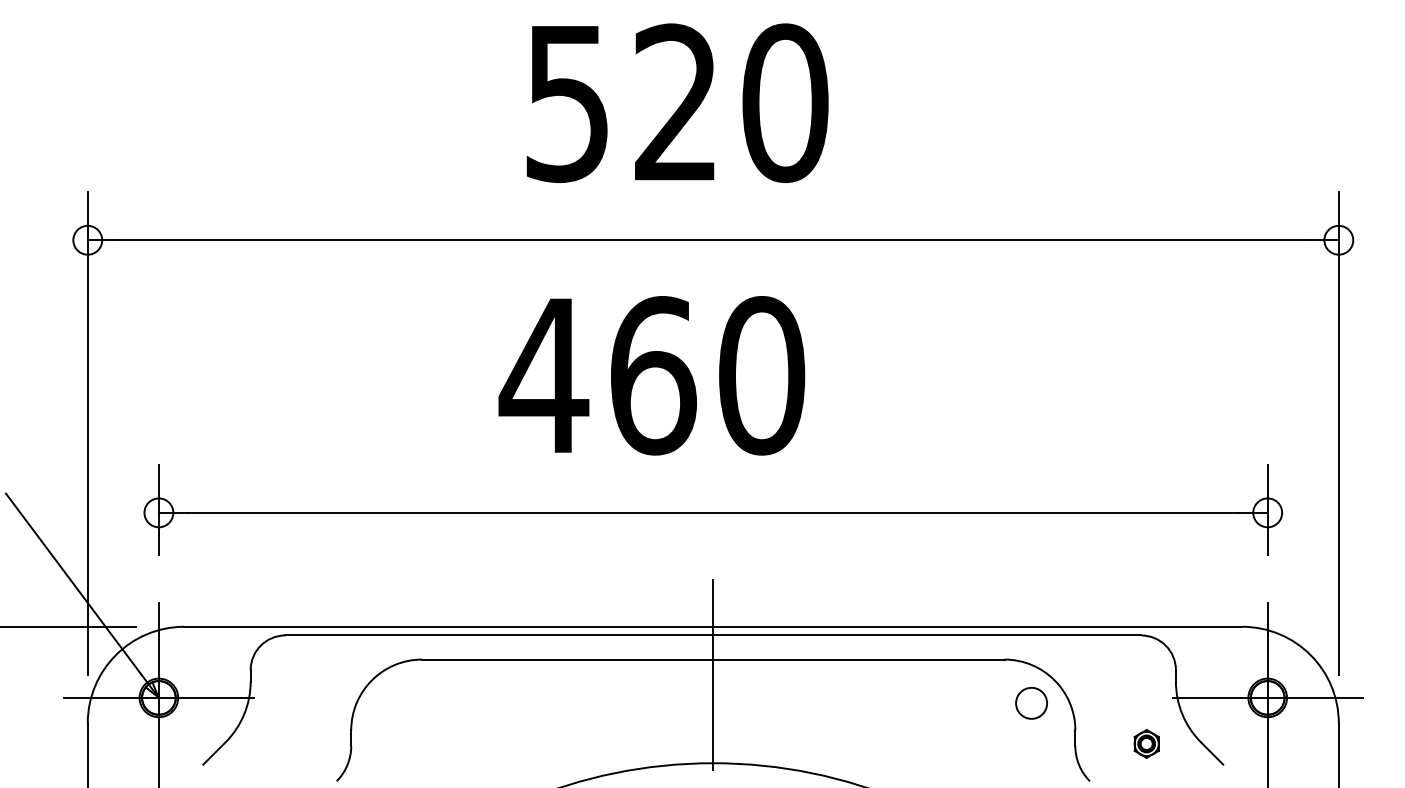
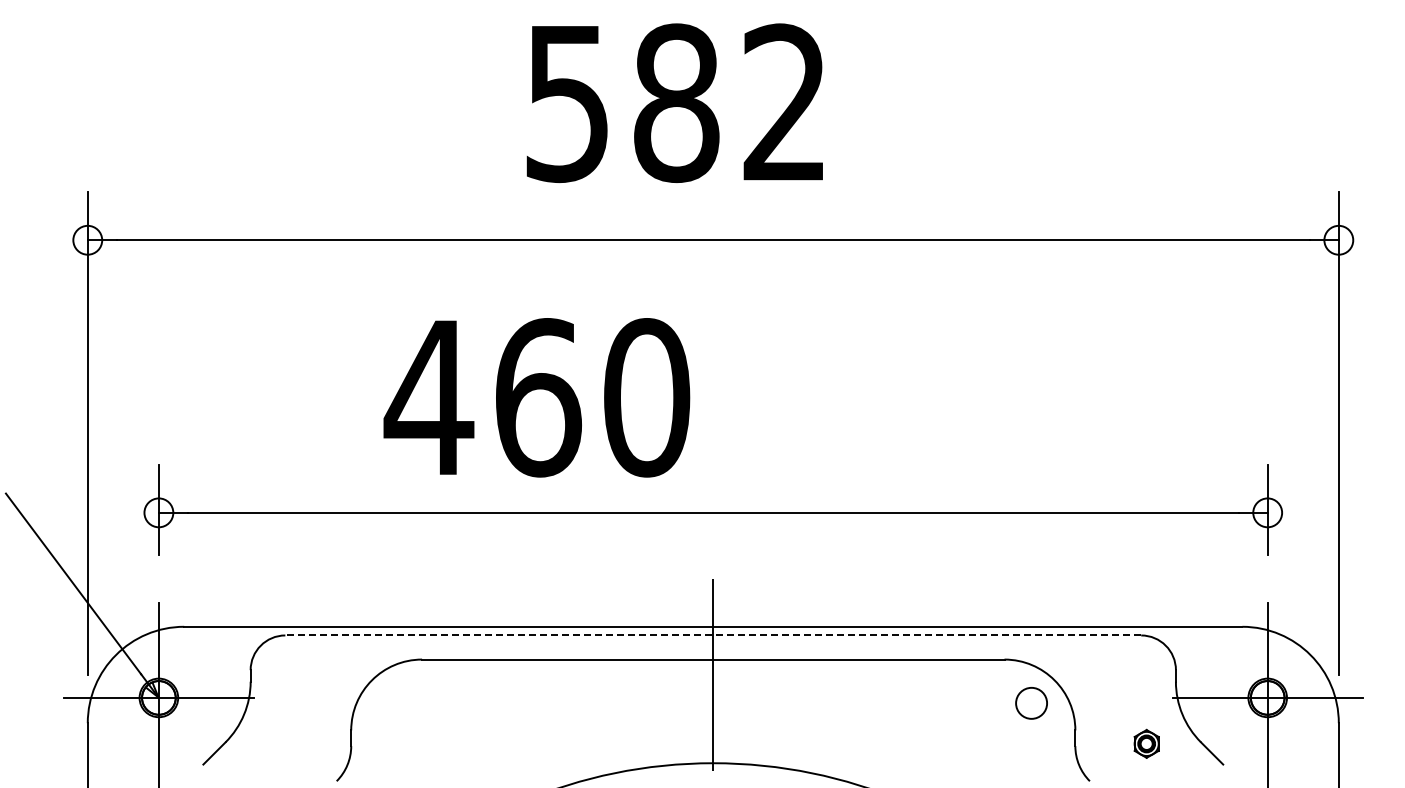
text at (731, 103): 520 -> 582
text at (651, 375) position: (651, 375) -> (536, 397)
line at (69, 626): present -> none
line at (713, 635): solid -> dashed
